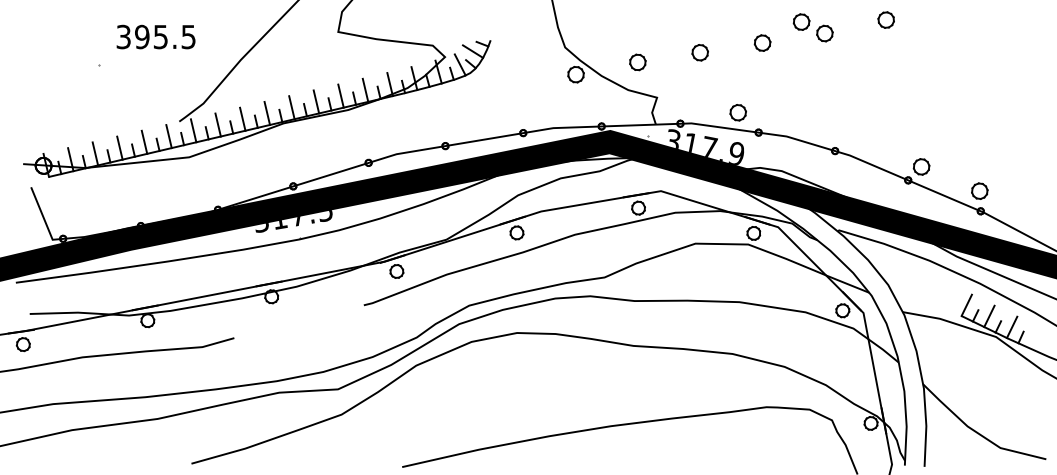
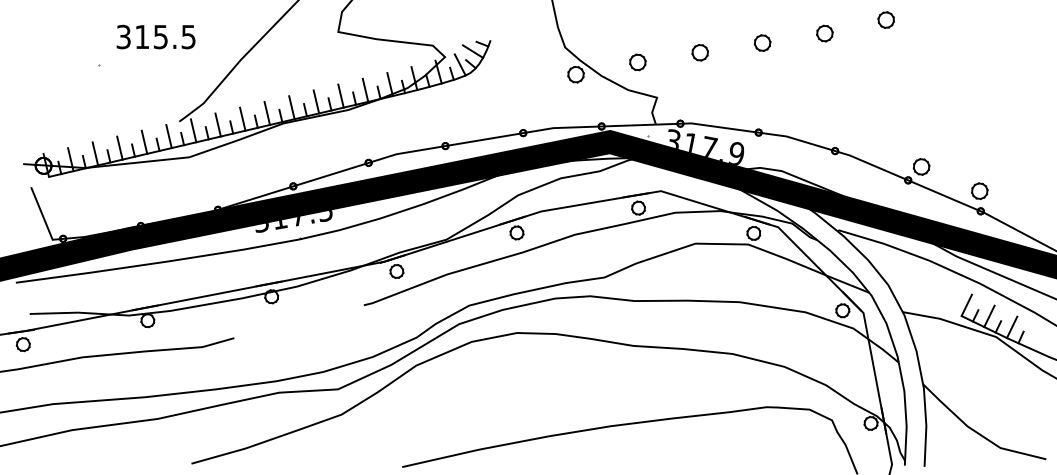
part at (801, 21): present -> none
text at (142, 36): 395.5 -> 315.5
part at (737, 112): present -> none
